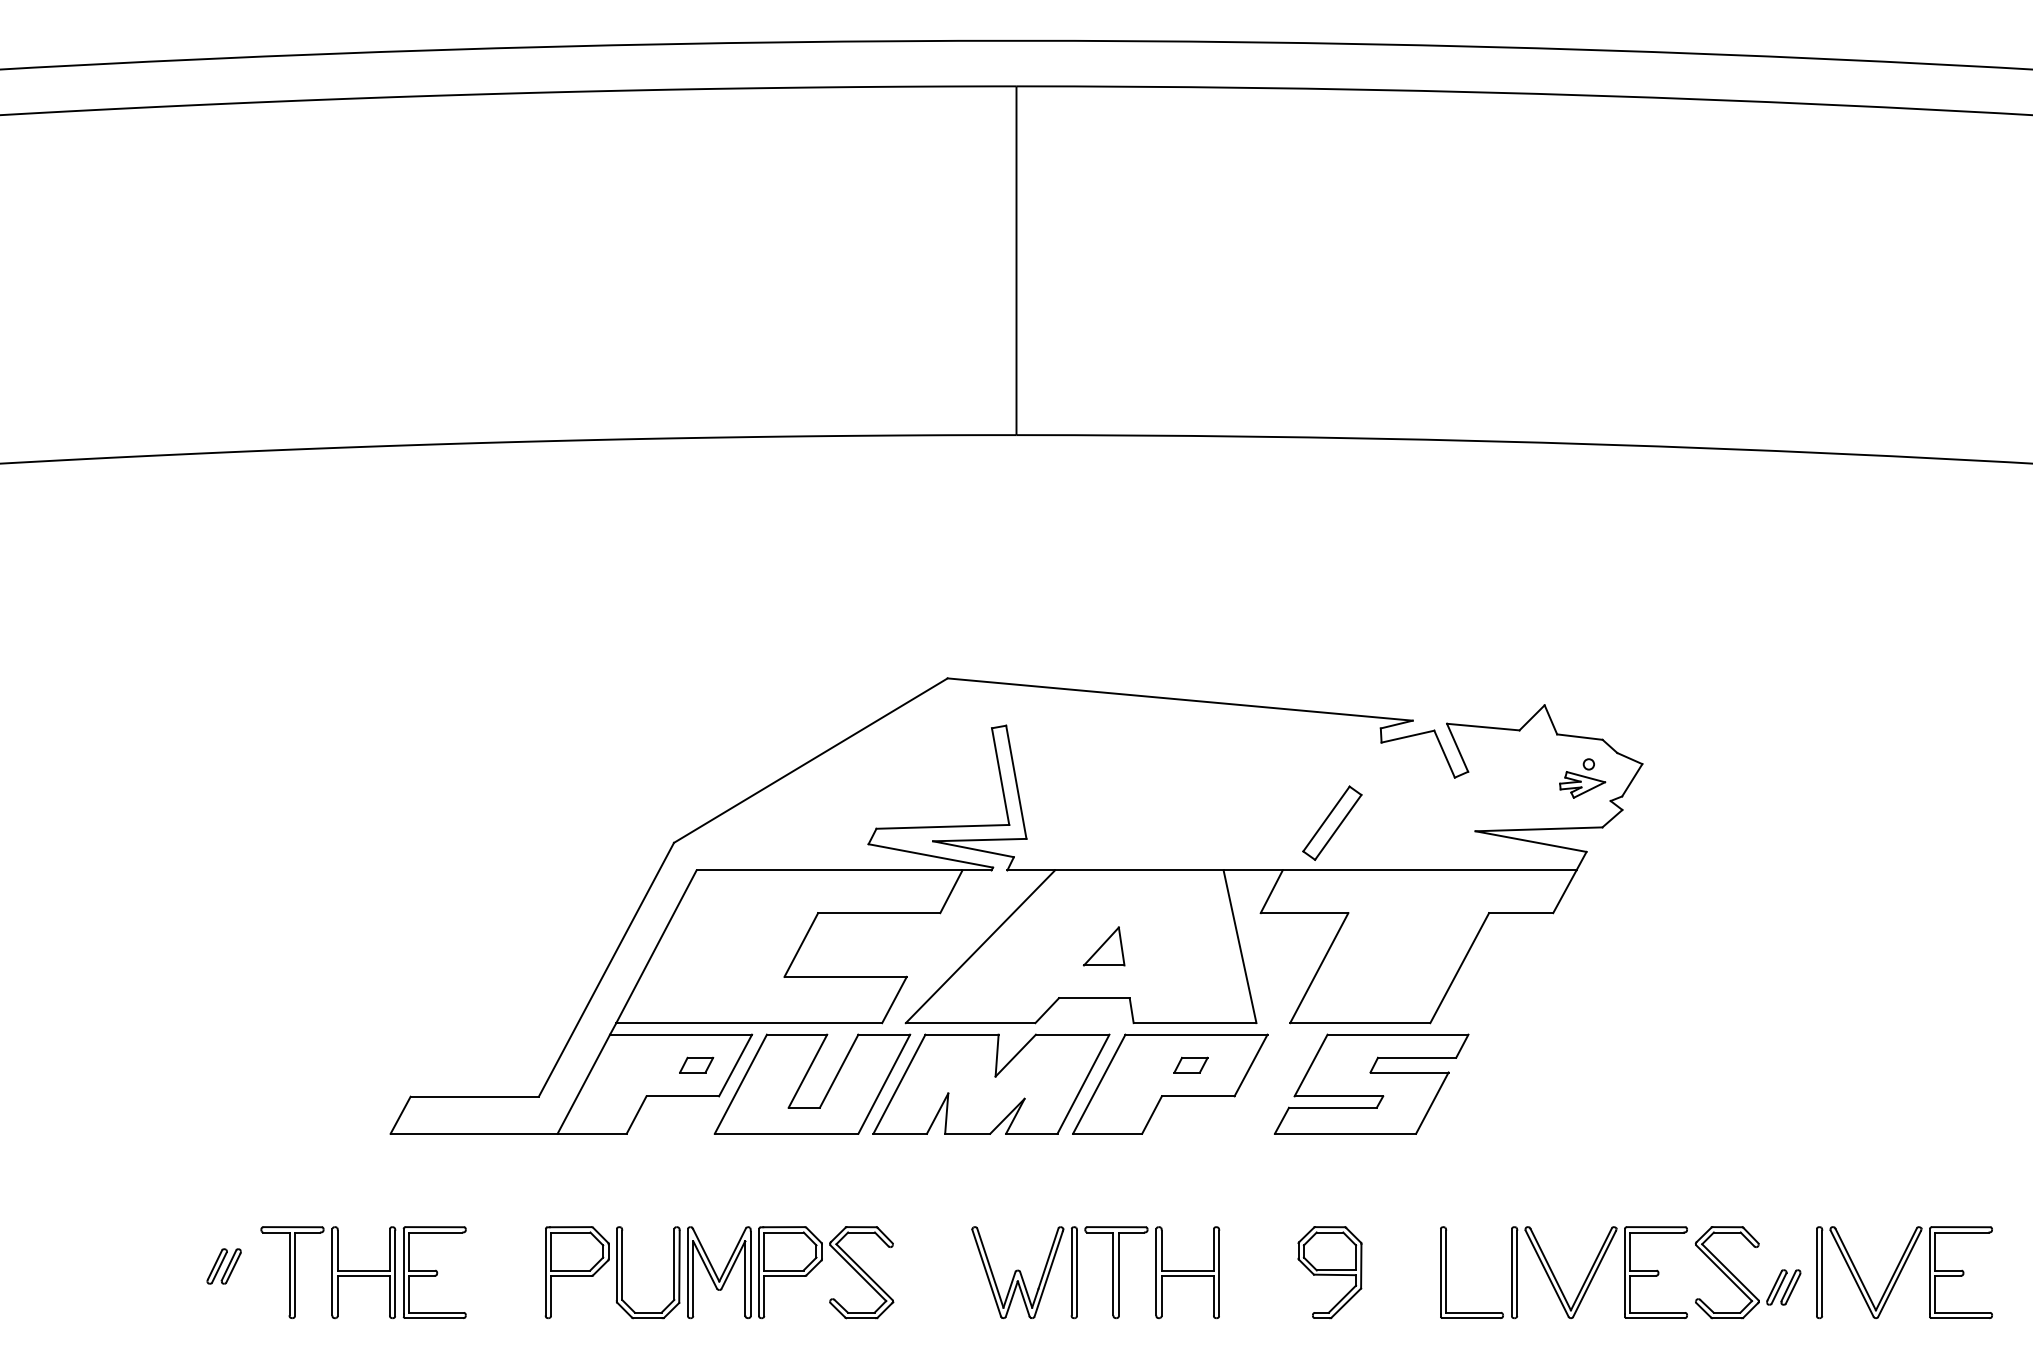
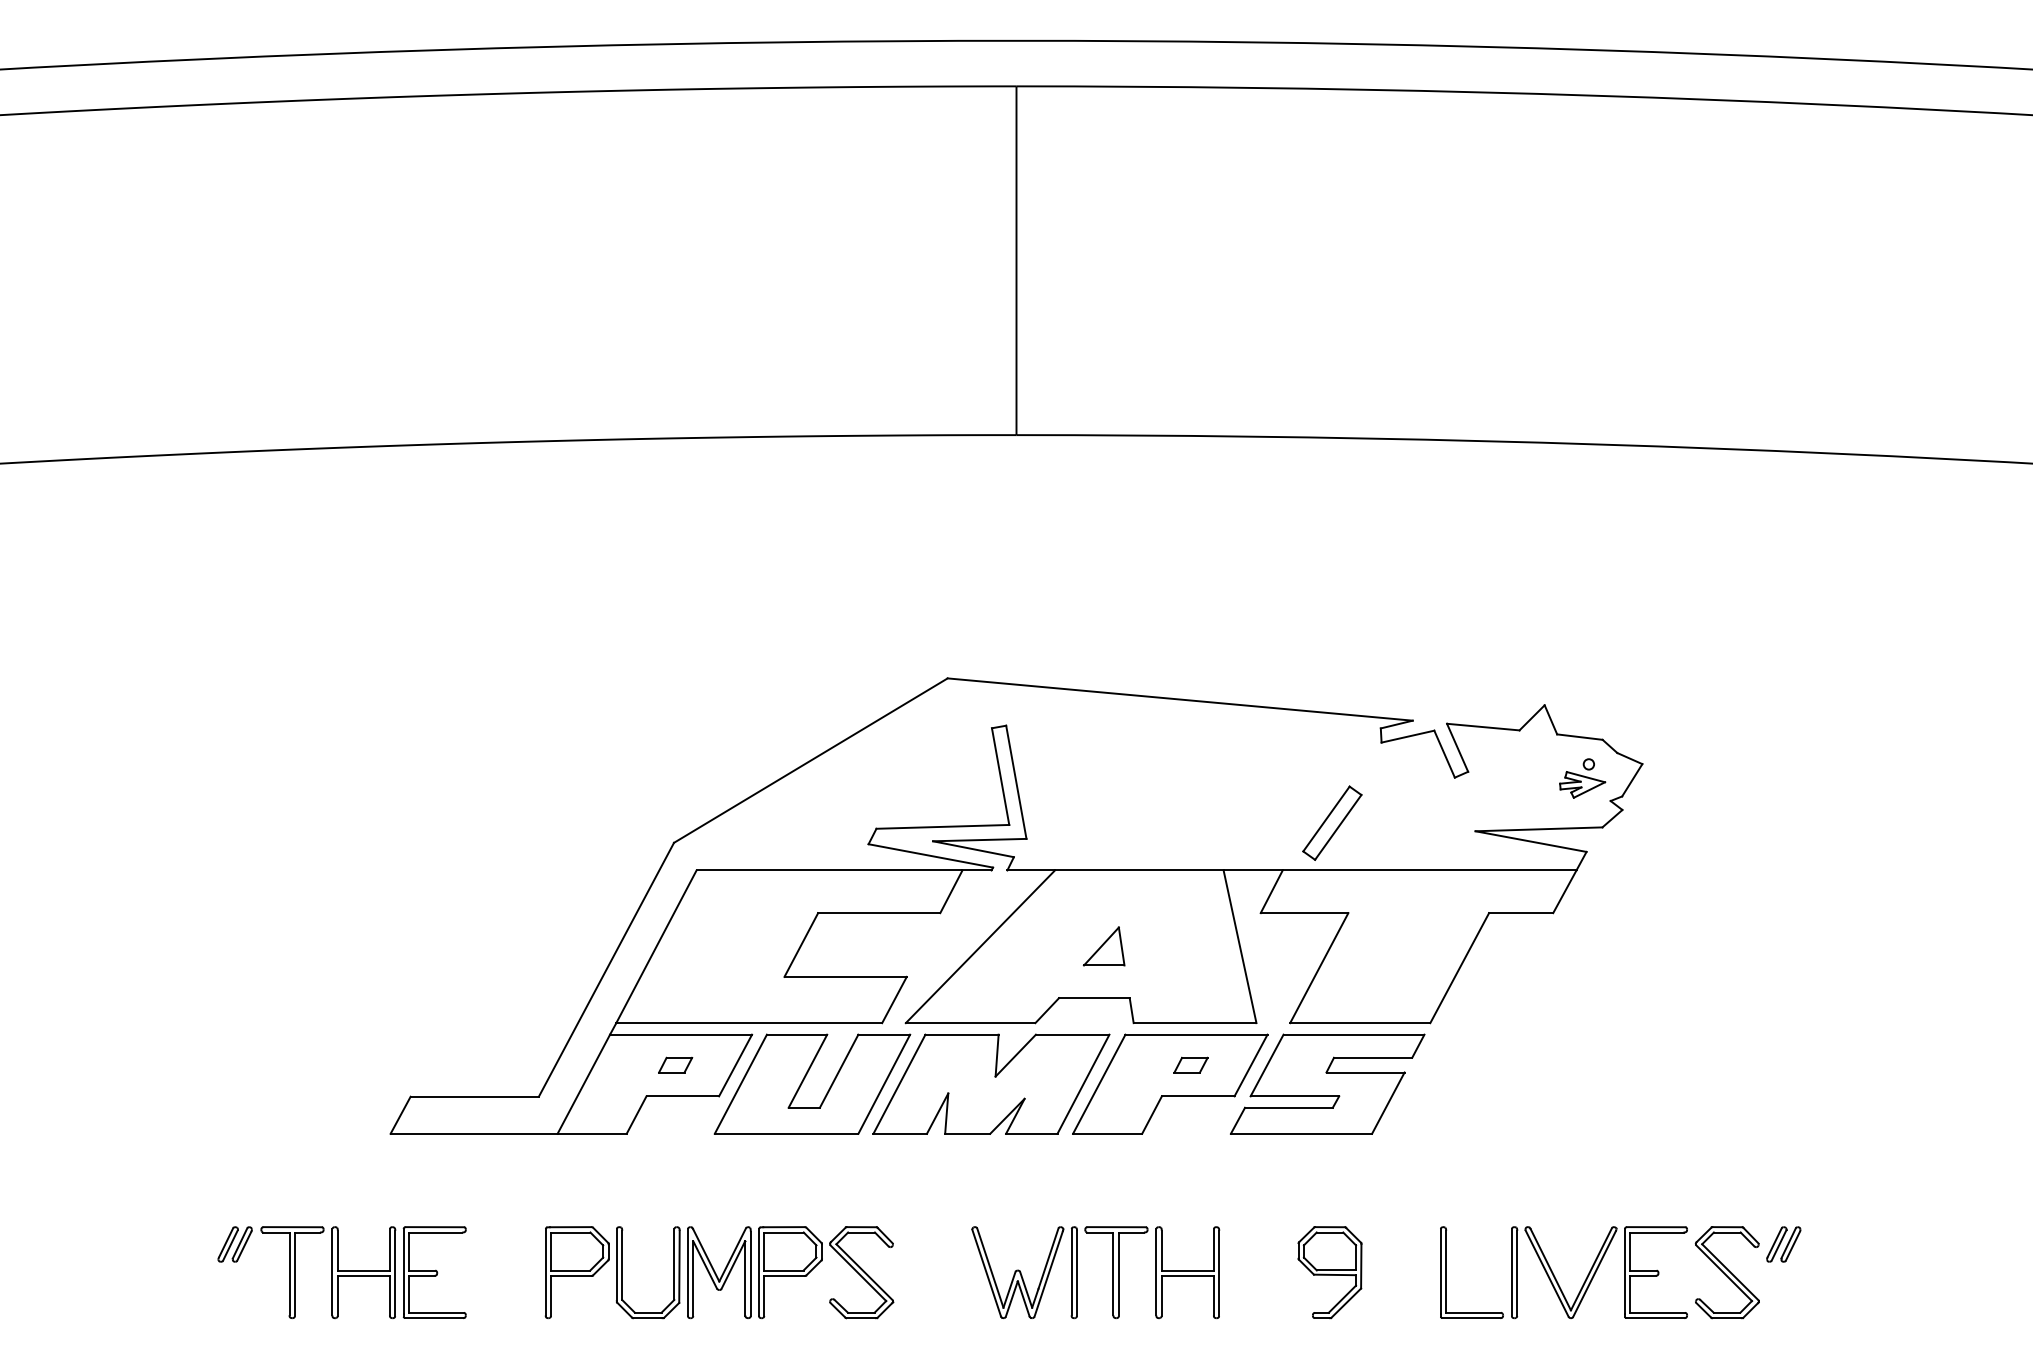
part at (696, 1064) position: (696, 1064) -> (675, 1064)
part at (1371, 1083) position: (1371, 1083) -> (1327, 1083)
part at (223, 1266) position: (223, 1266) -> (234, 1244)
part at (1904, 1272): present -> none
part at (1783, 1287) position: (1783, 1287) -> (1783, 1244)
